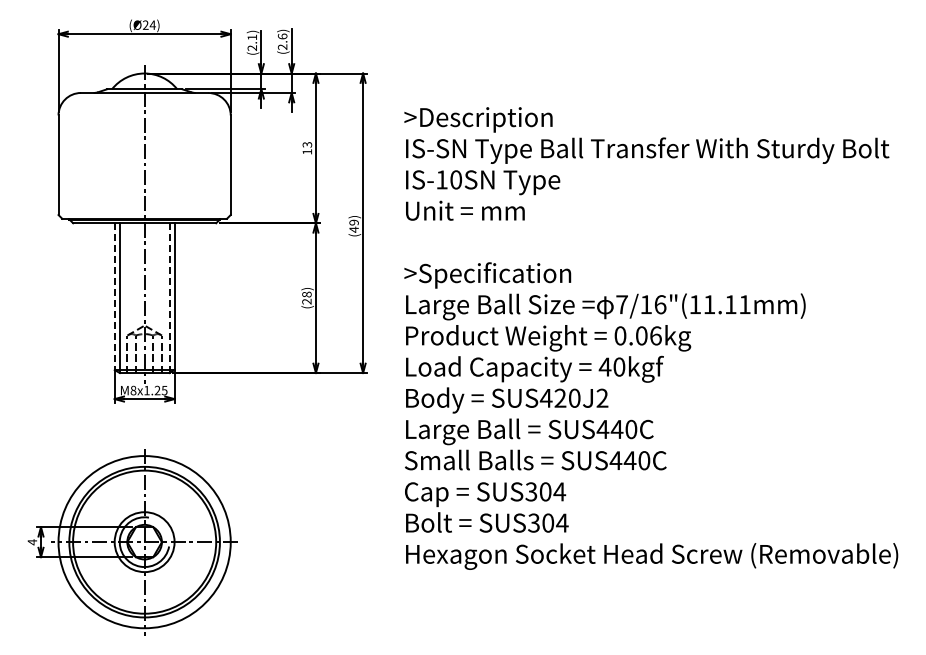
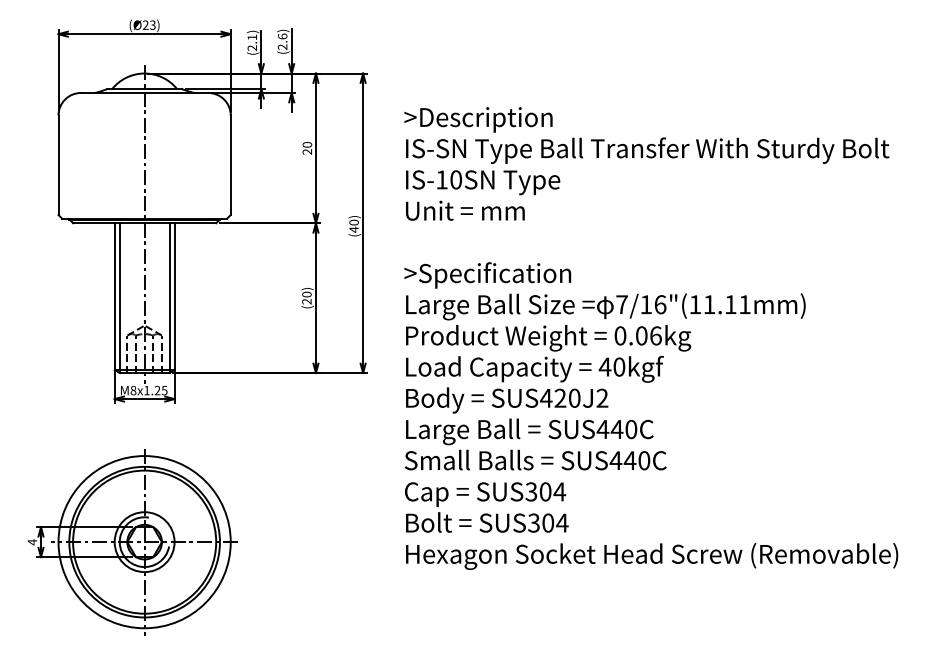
text at (152, 24): (Ø24) -> (Ø23)
text at (306, 148): 13 -> 20
text at (353, 222): (49) -> (40)
text at (307, 294): (28) -> (20)
line at (114, 297): dashed -> solid
line at (169, 298): dashed -> solid
